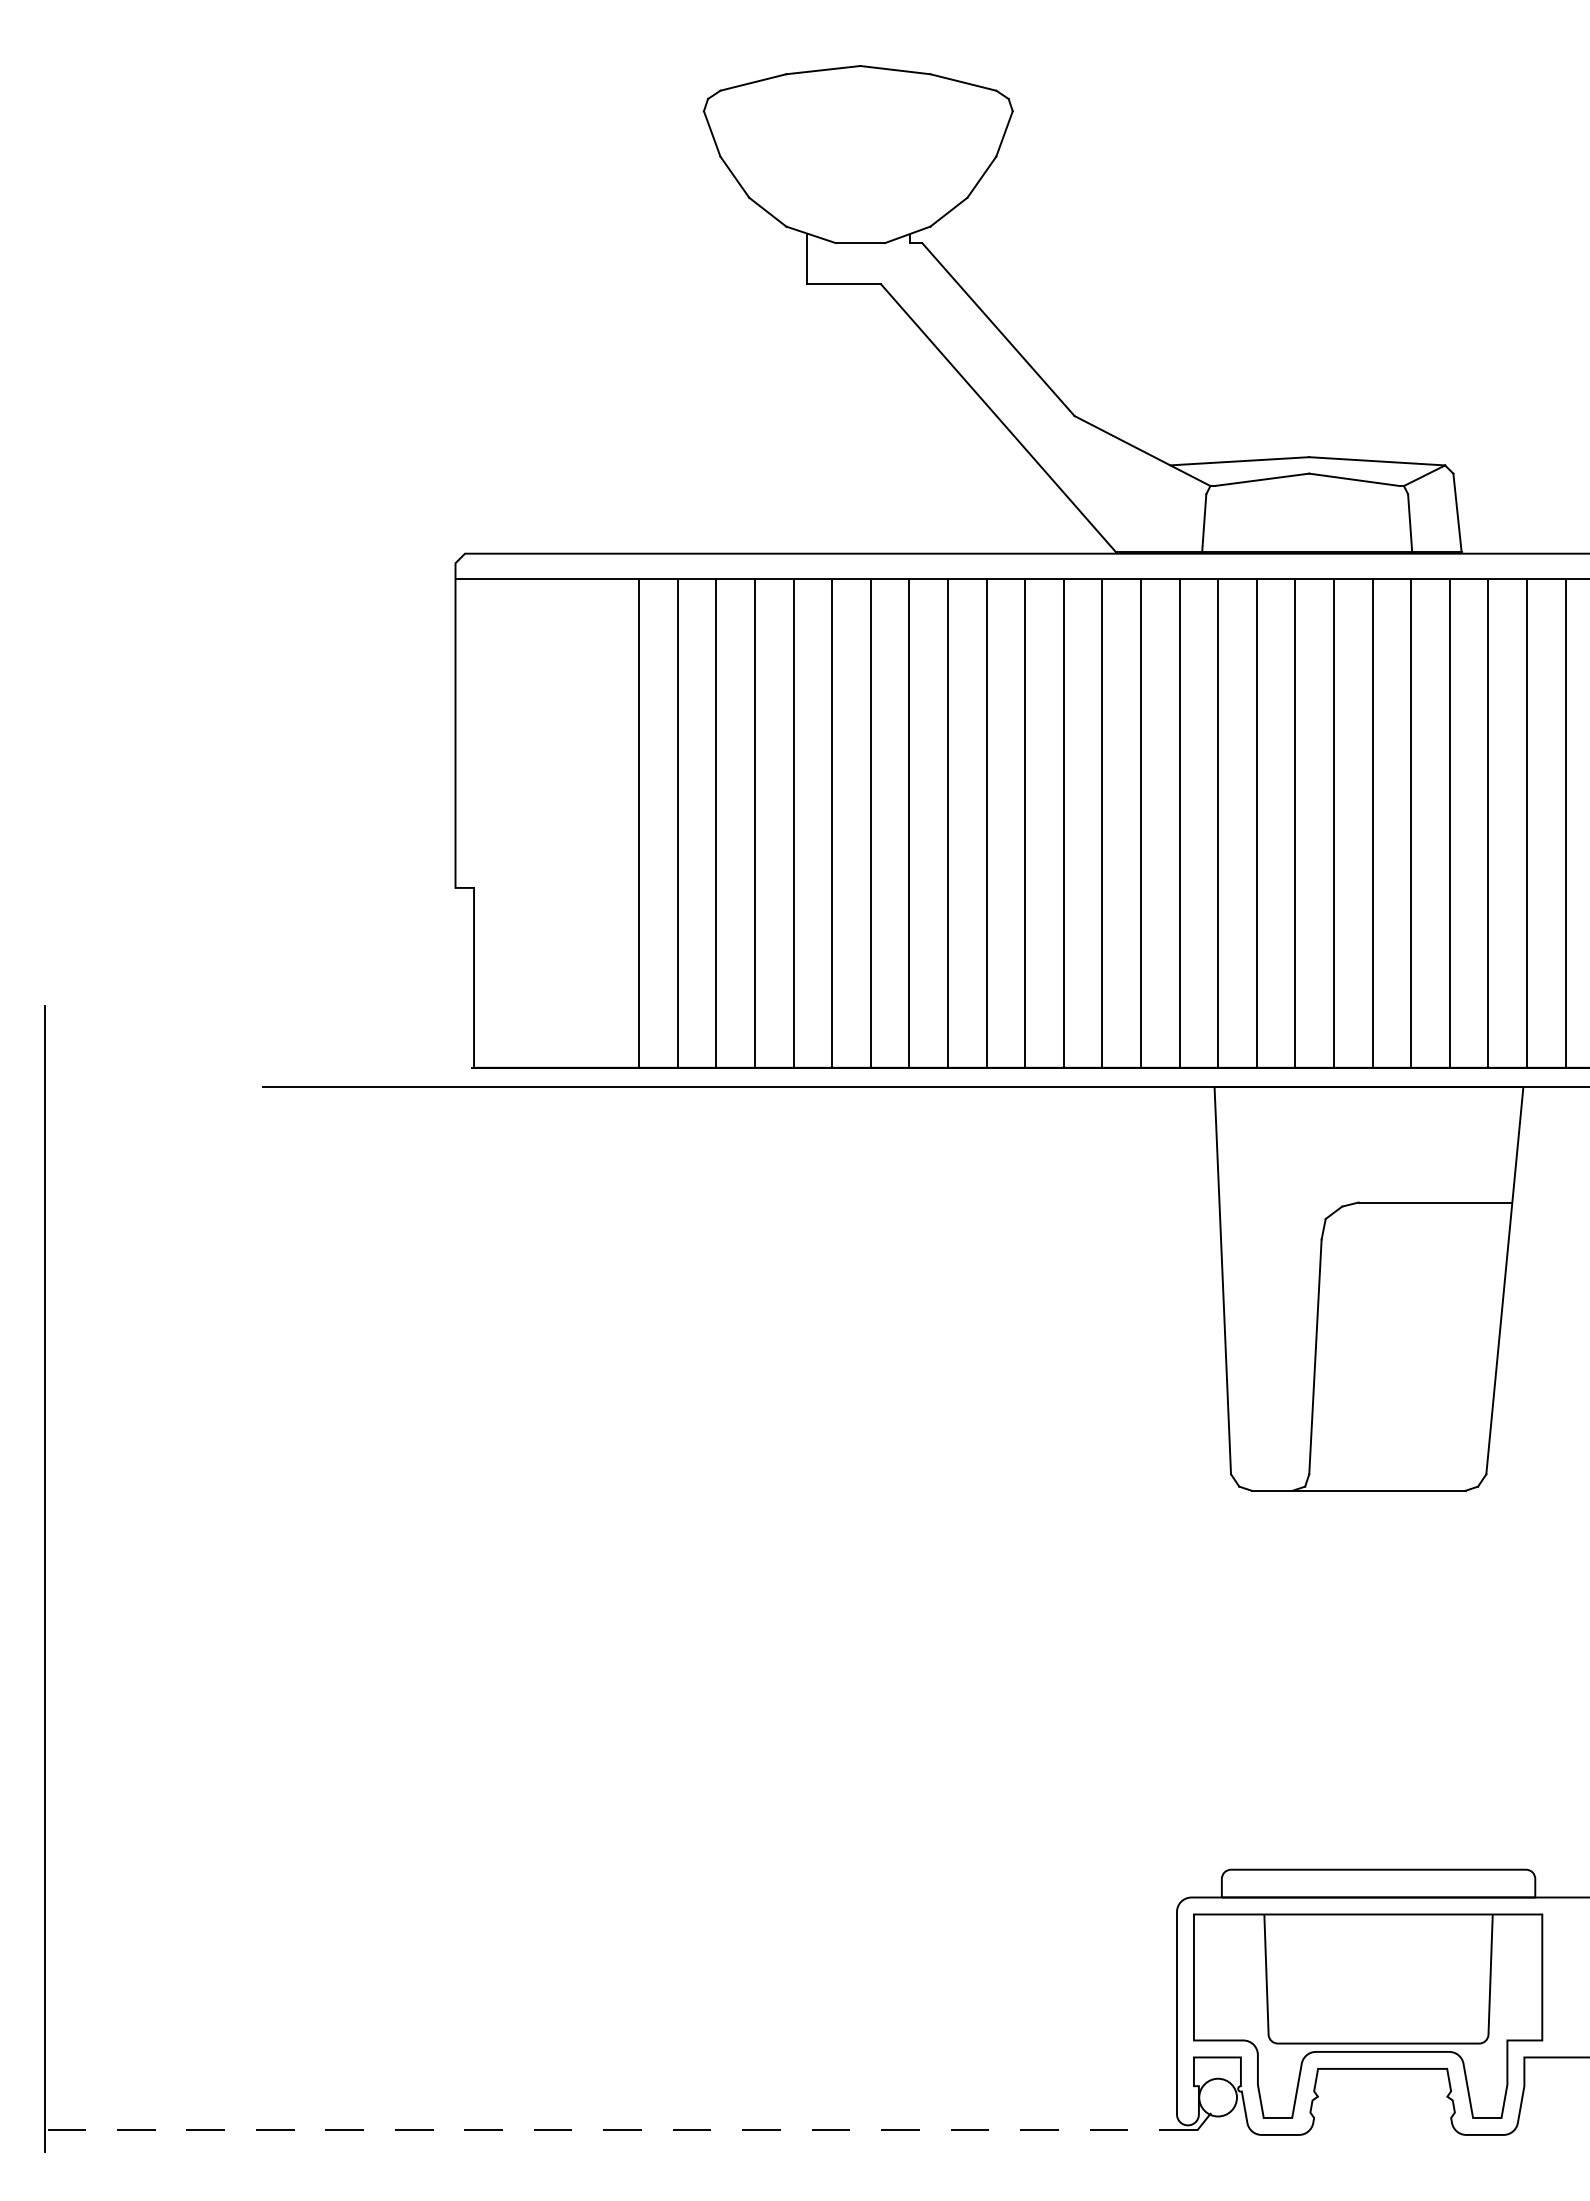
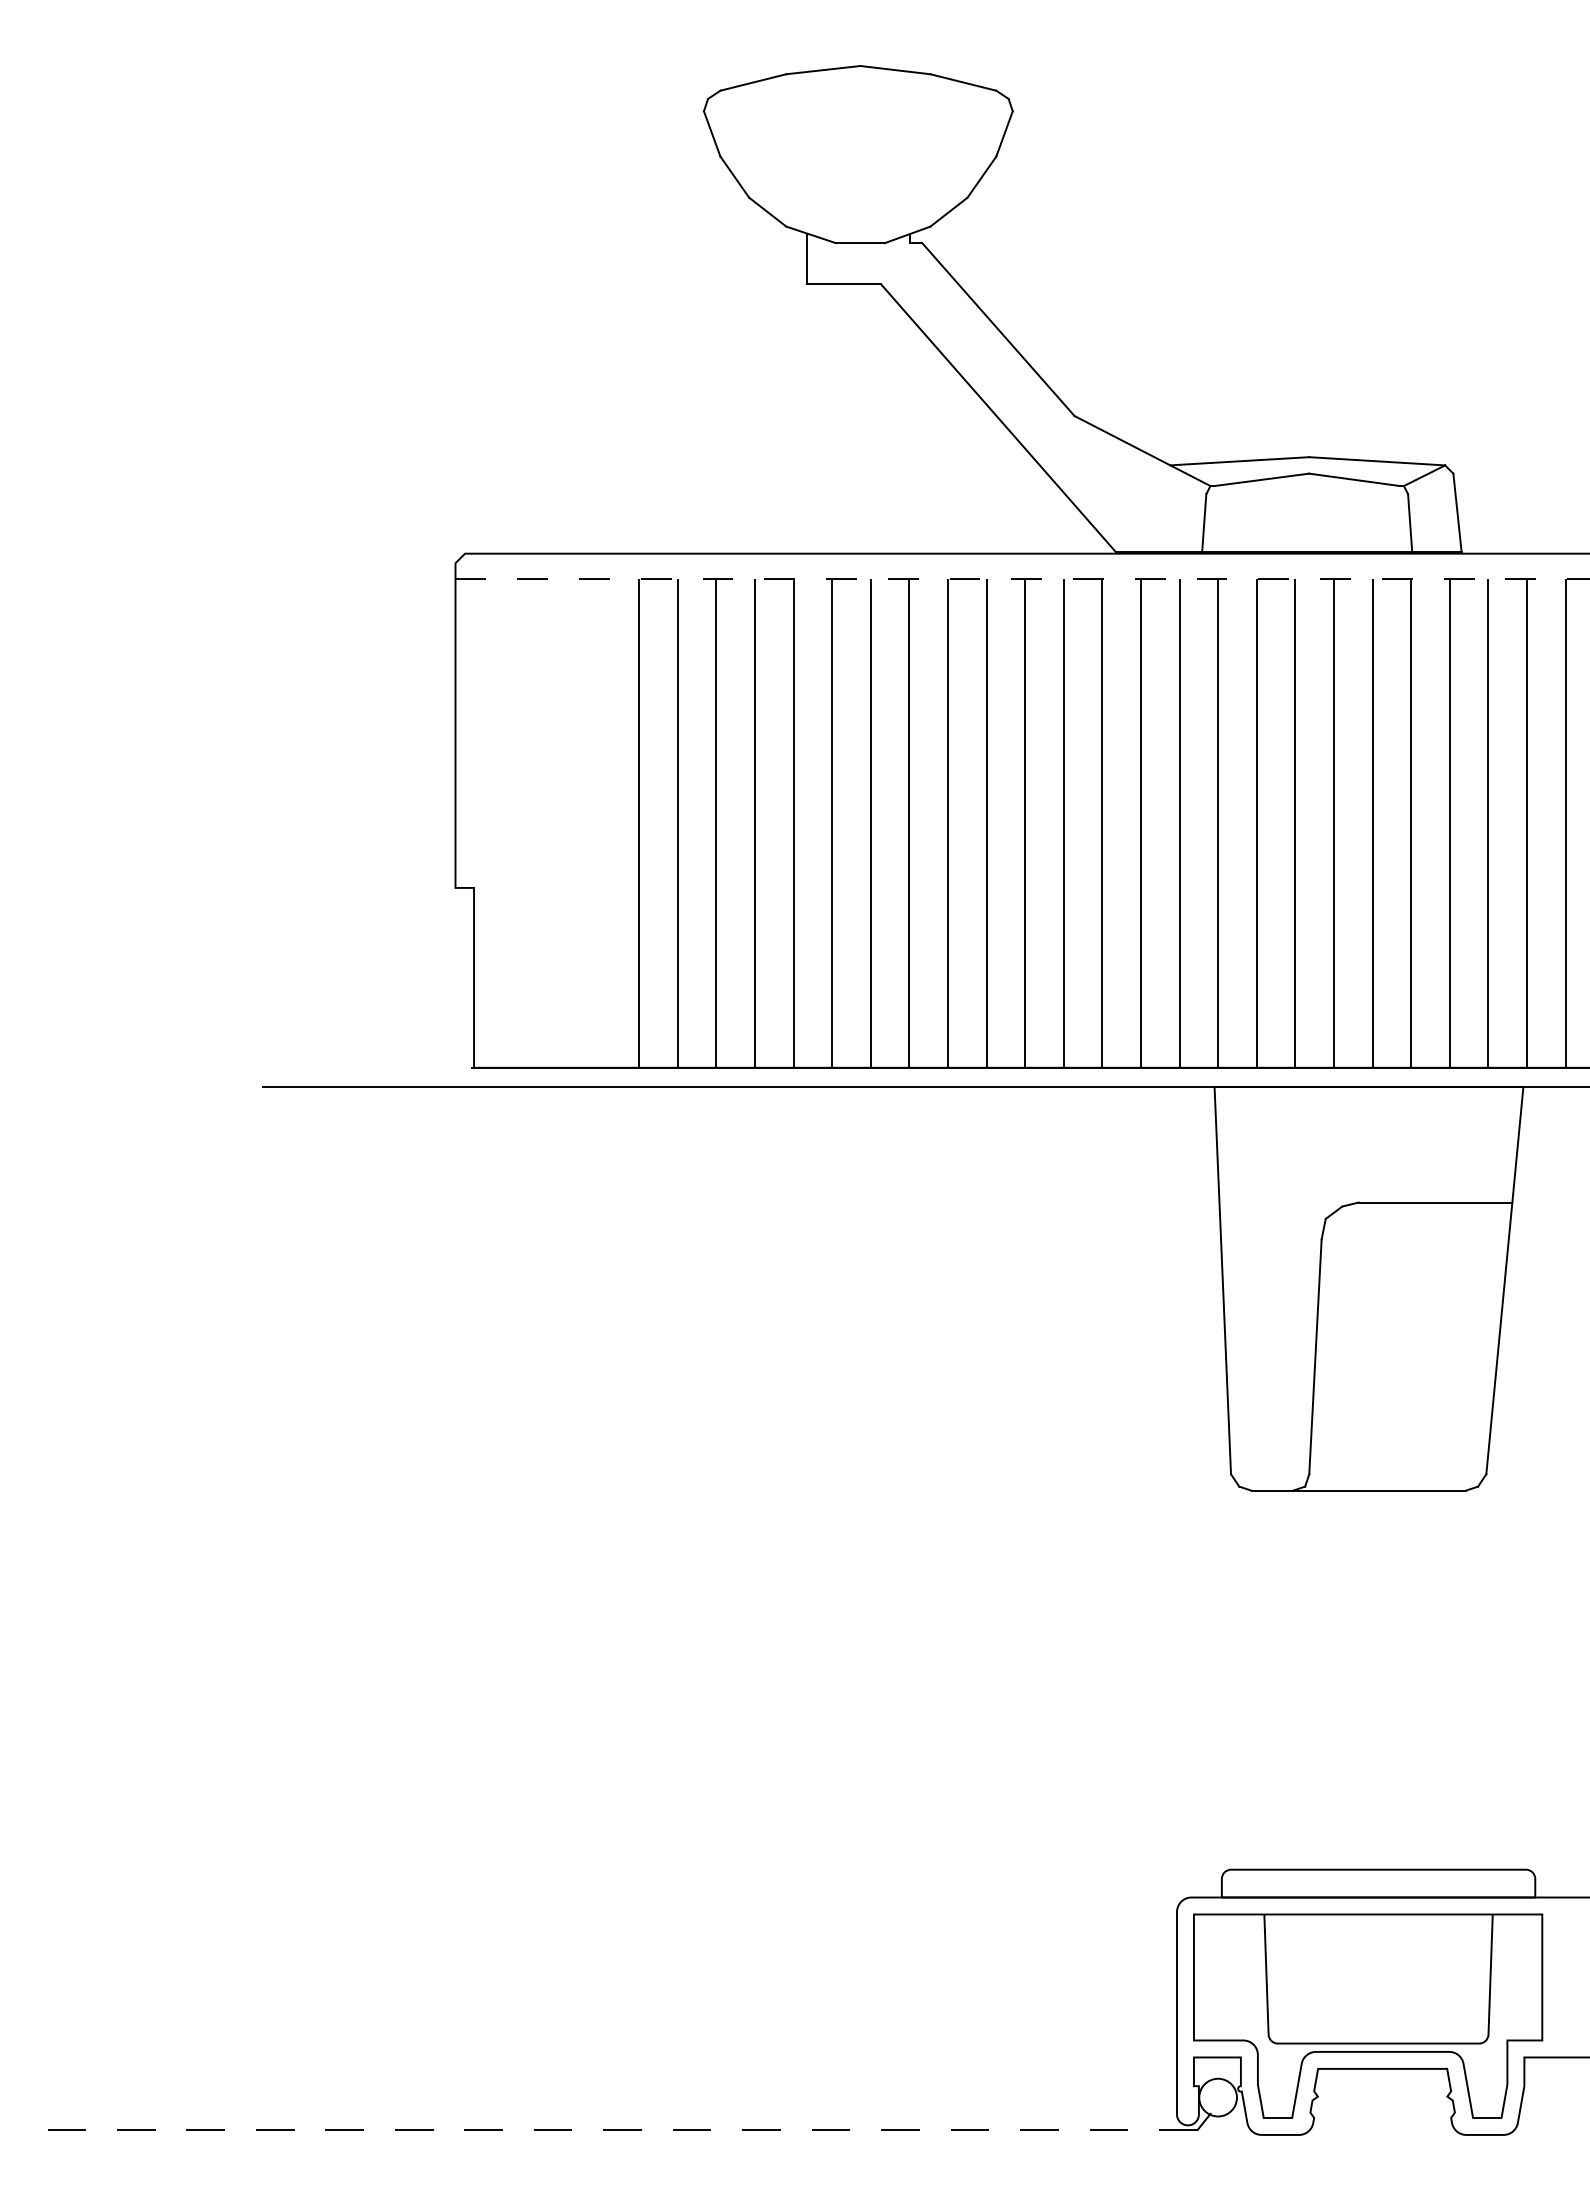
line at (1022, 578): solid -> dashed
line at (44, 1579): present -> none
